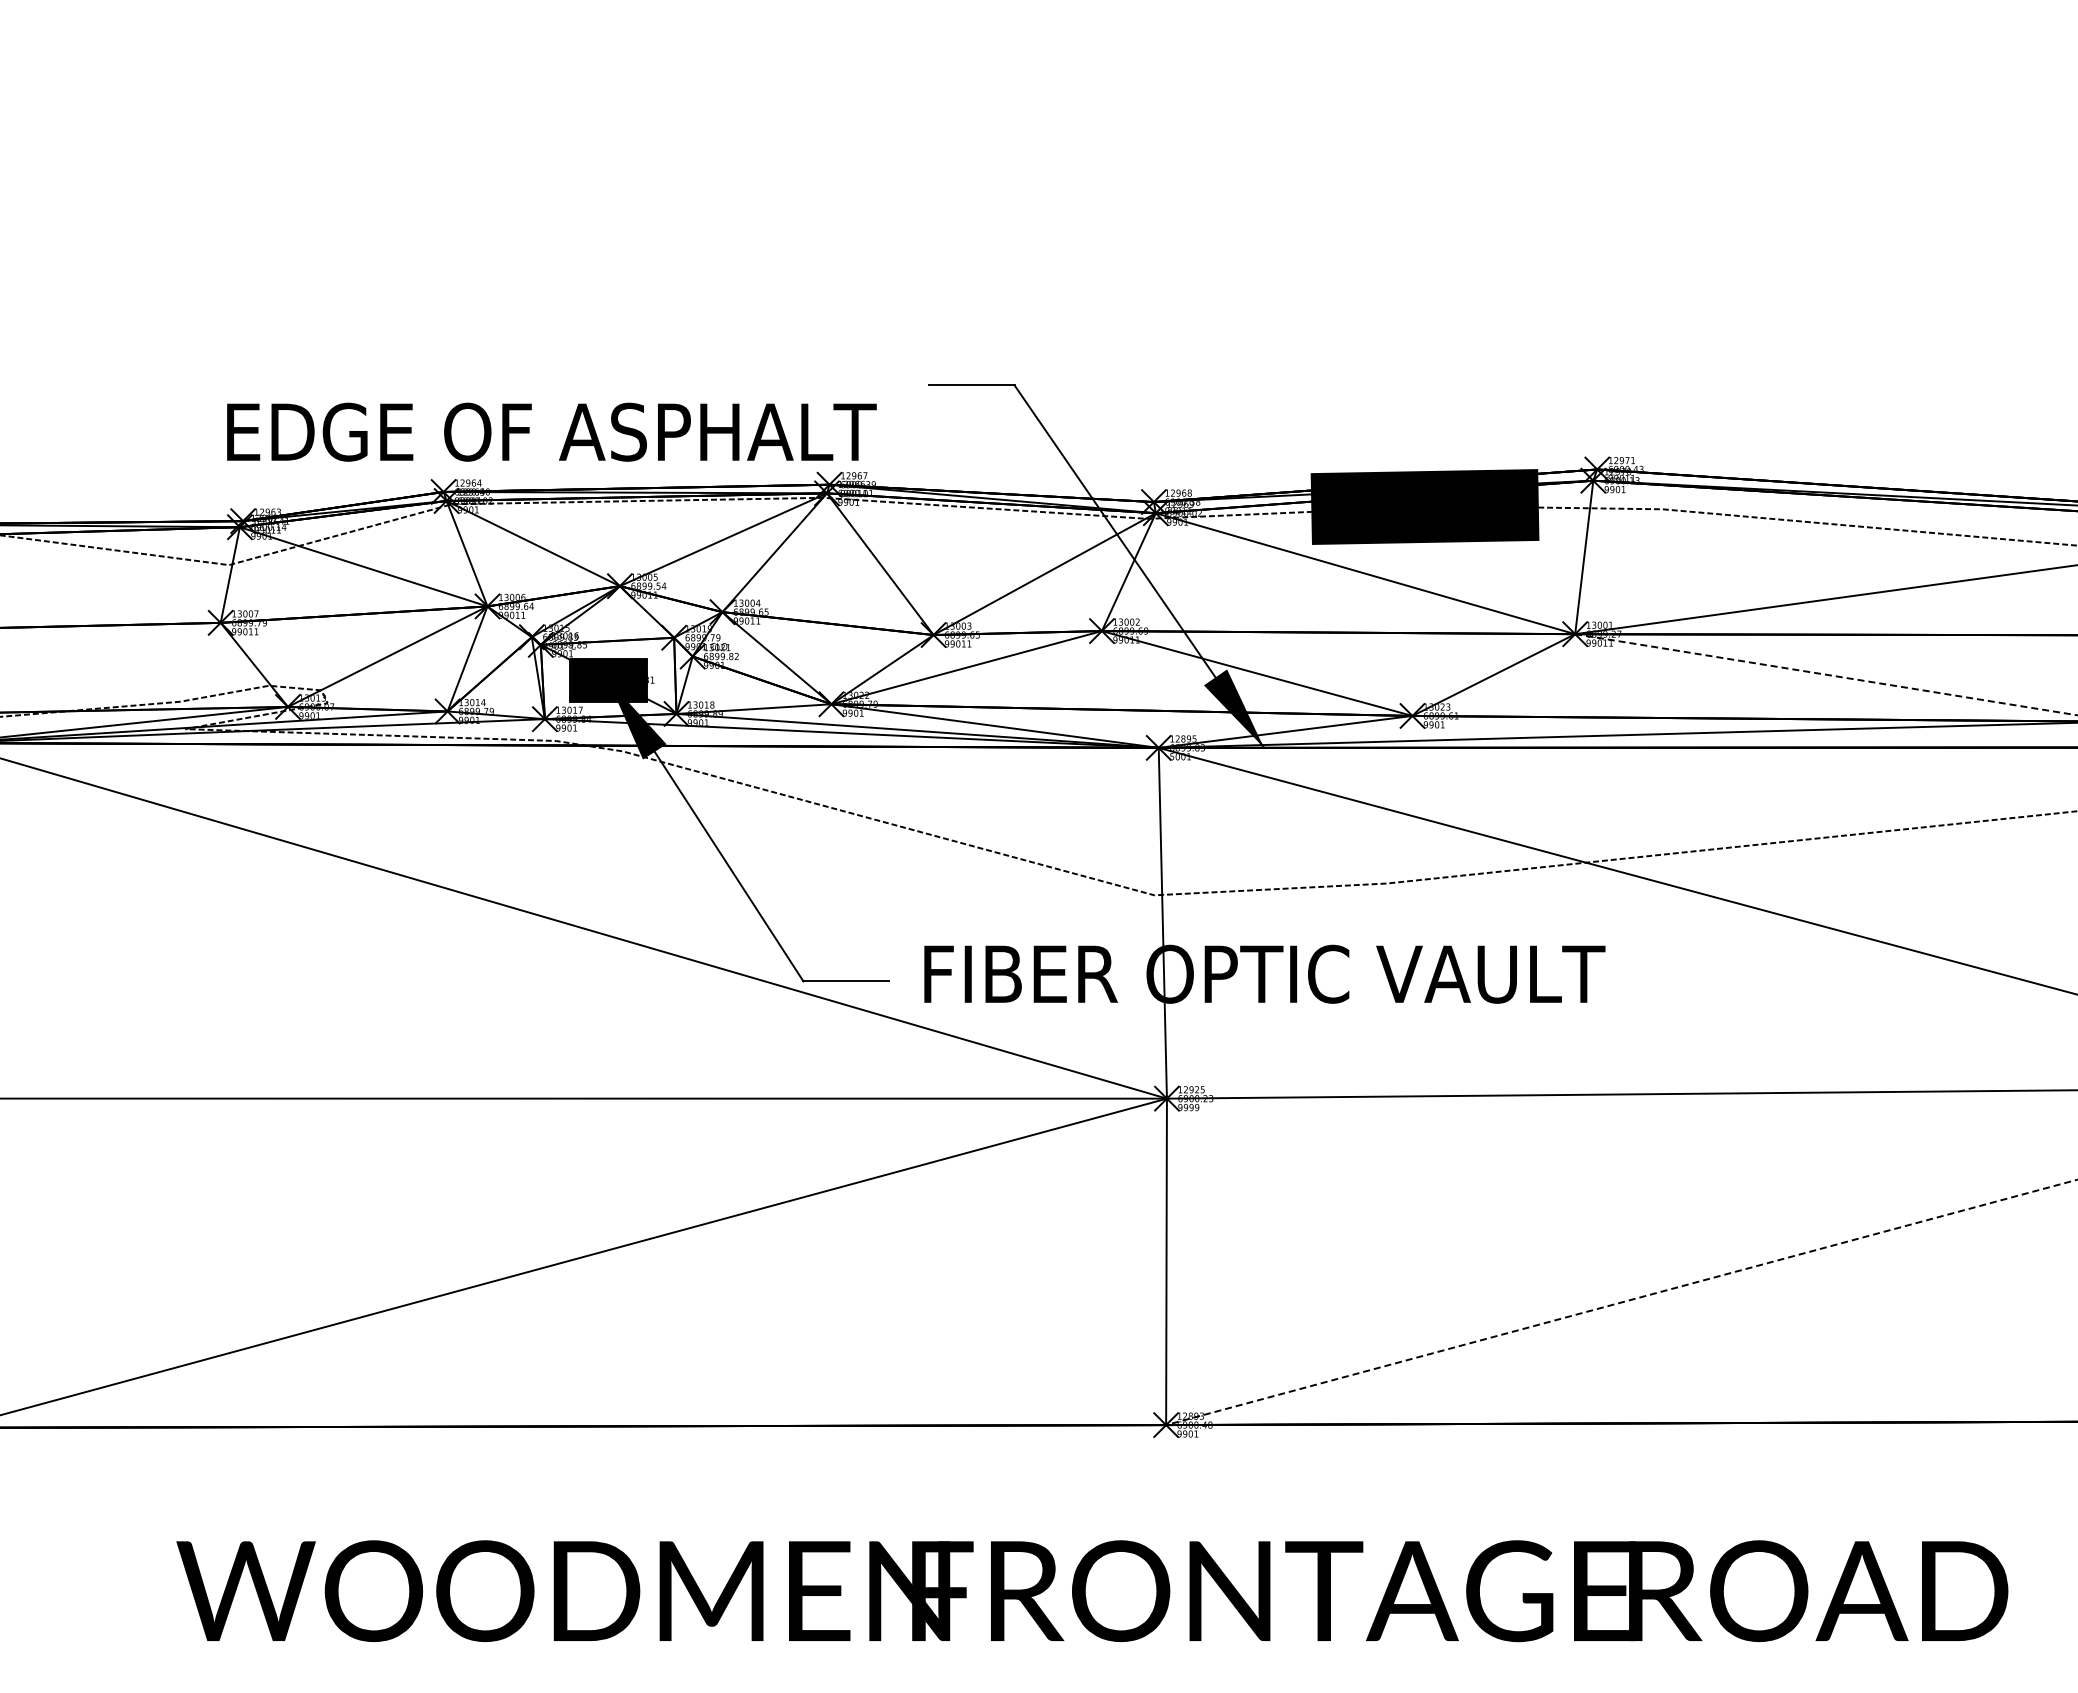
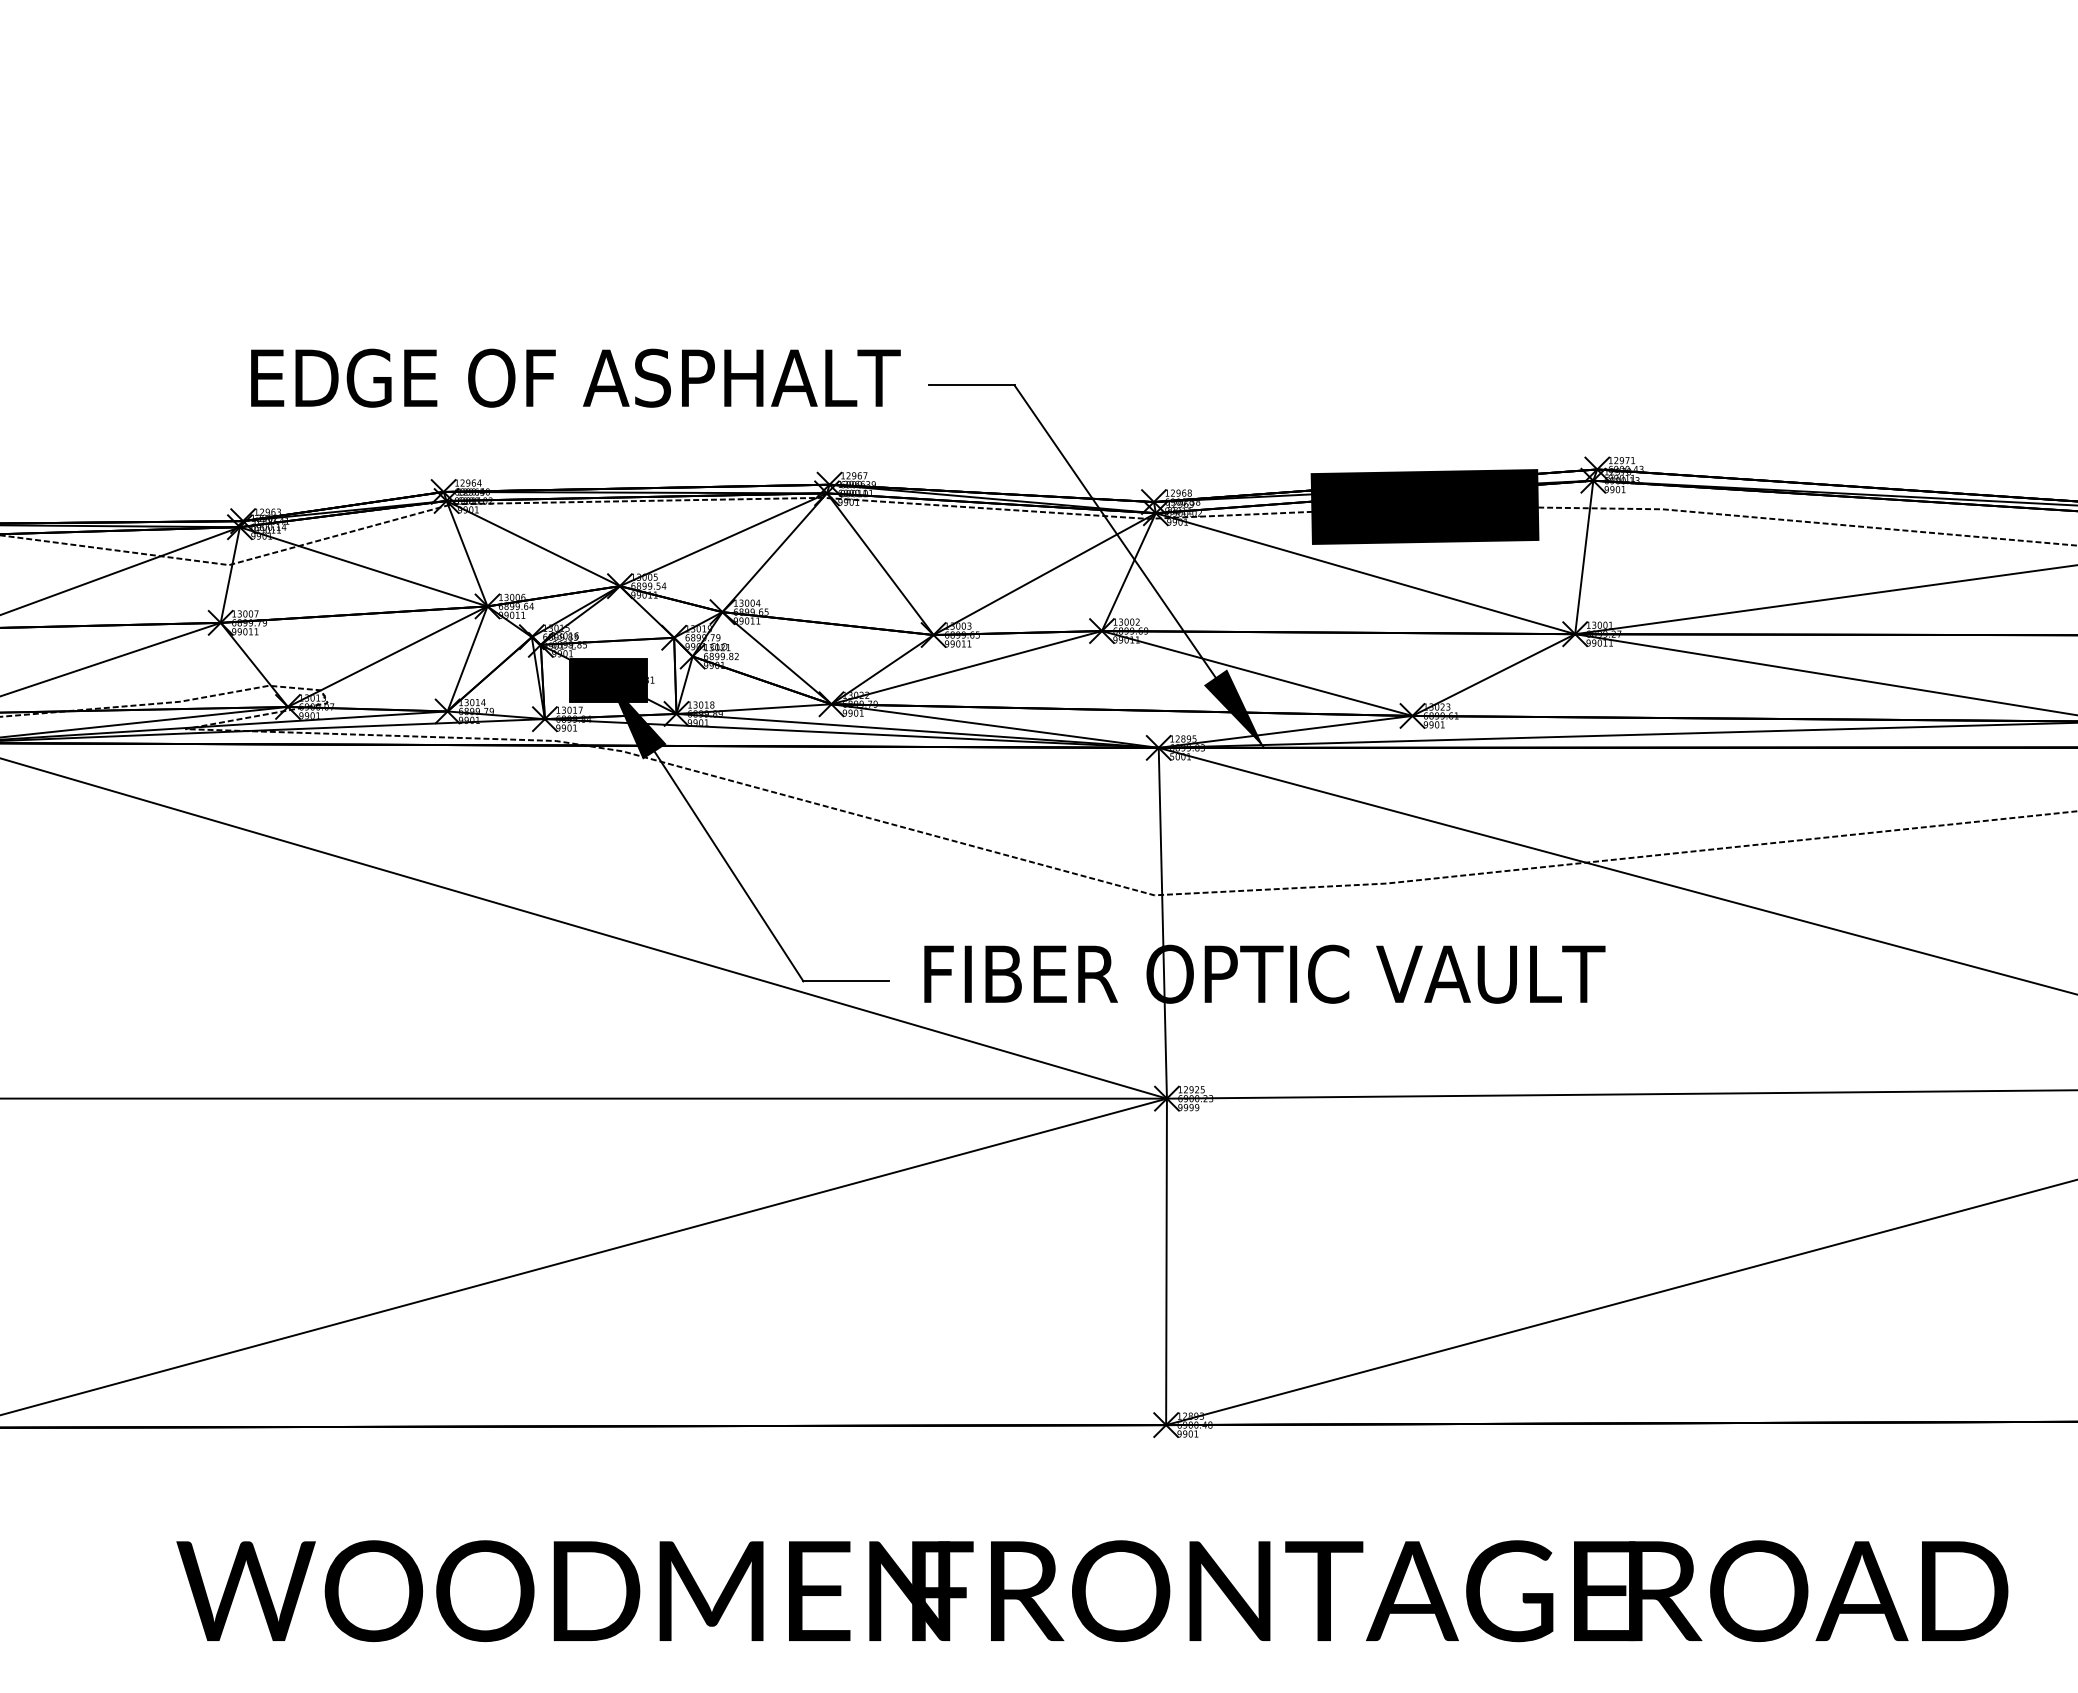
text at (551, 431) position: (551, 431) -> (575, 377)
line at (120, 570): none -> present
line at (111, 658): none -> present
line at (1826, 674): dashed -> solid
line at (1621, 1302): dashed -> solid
